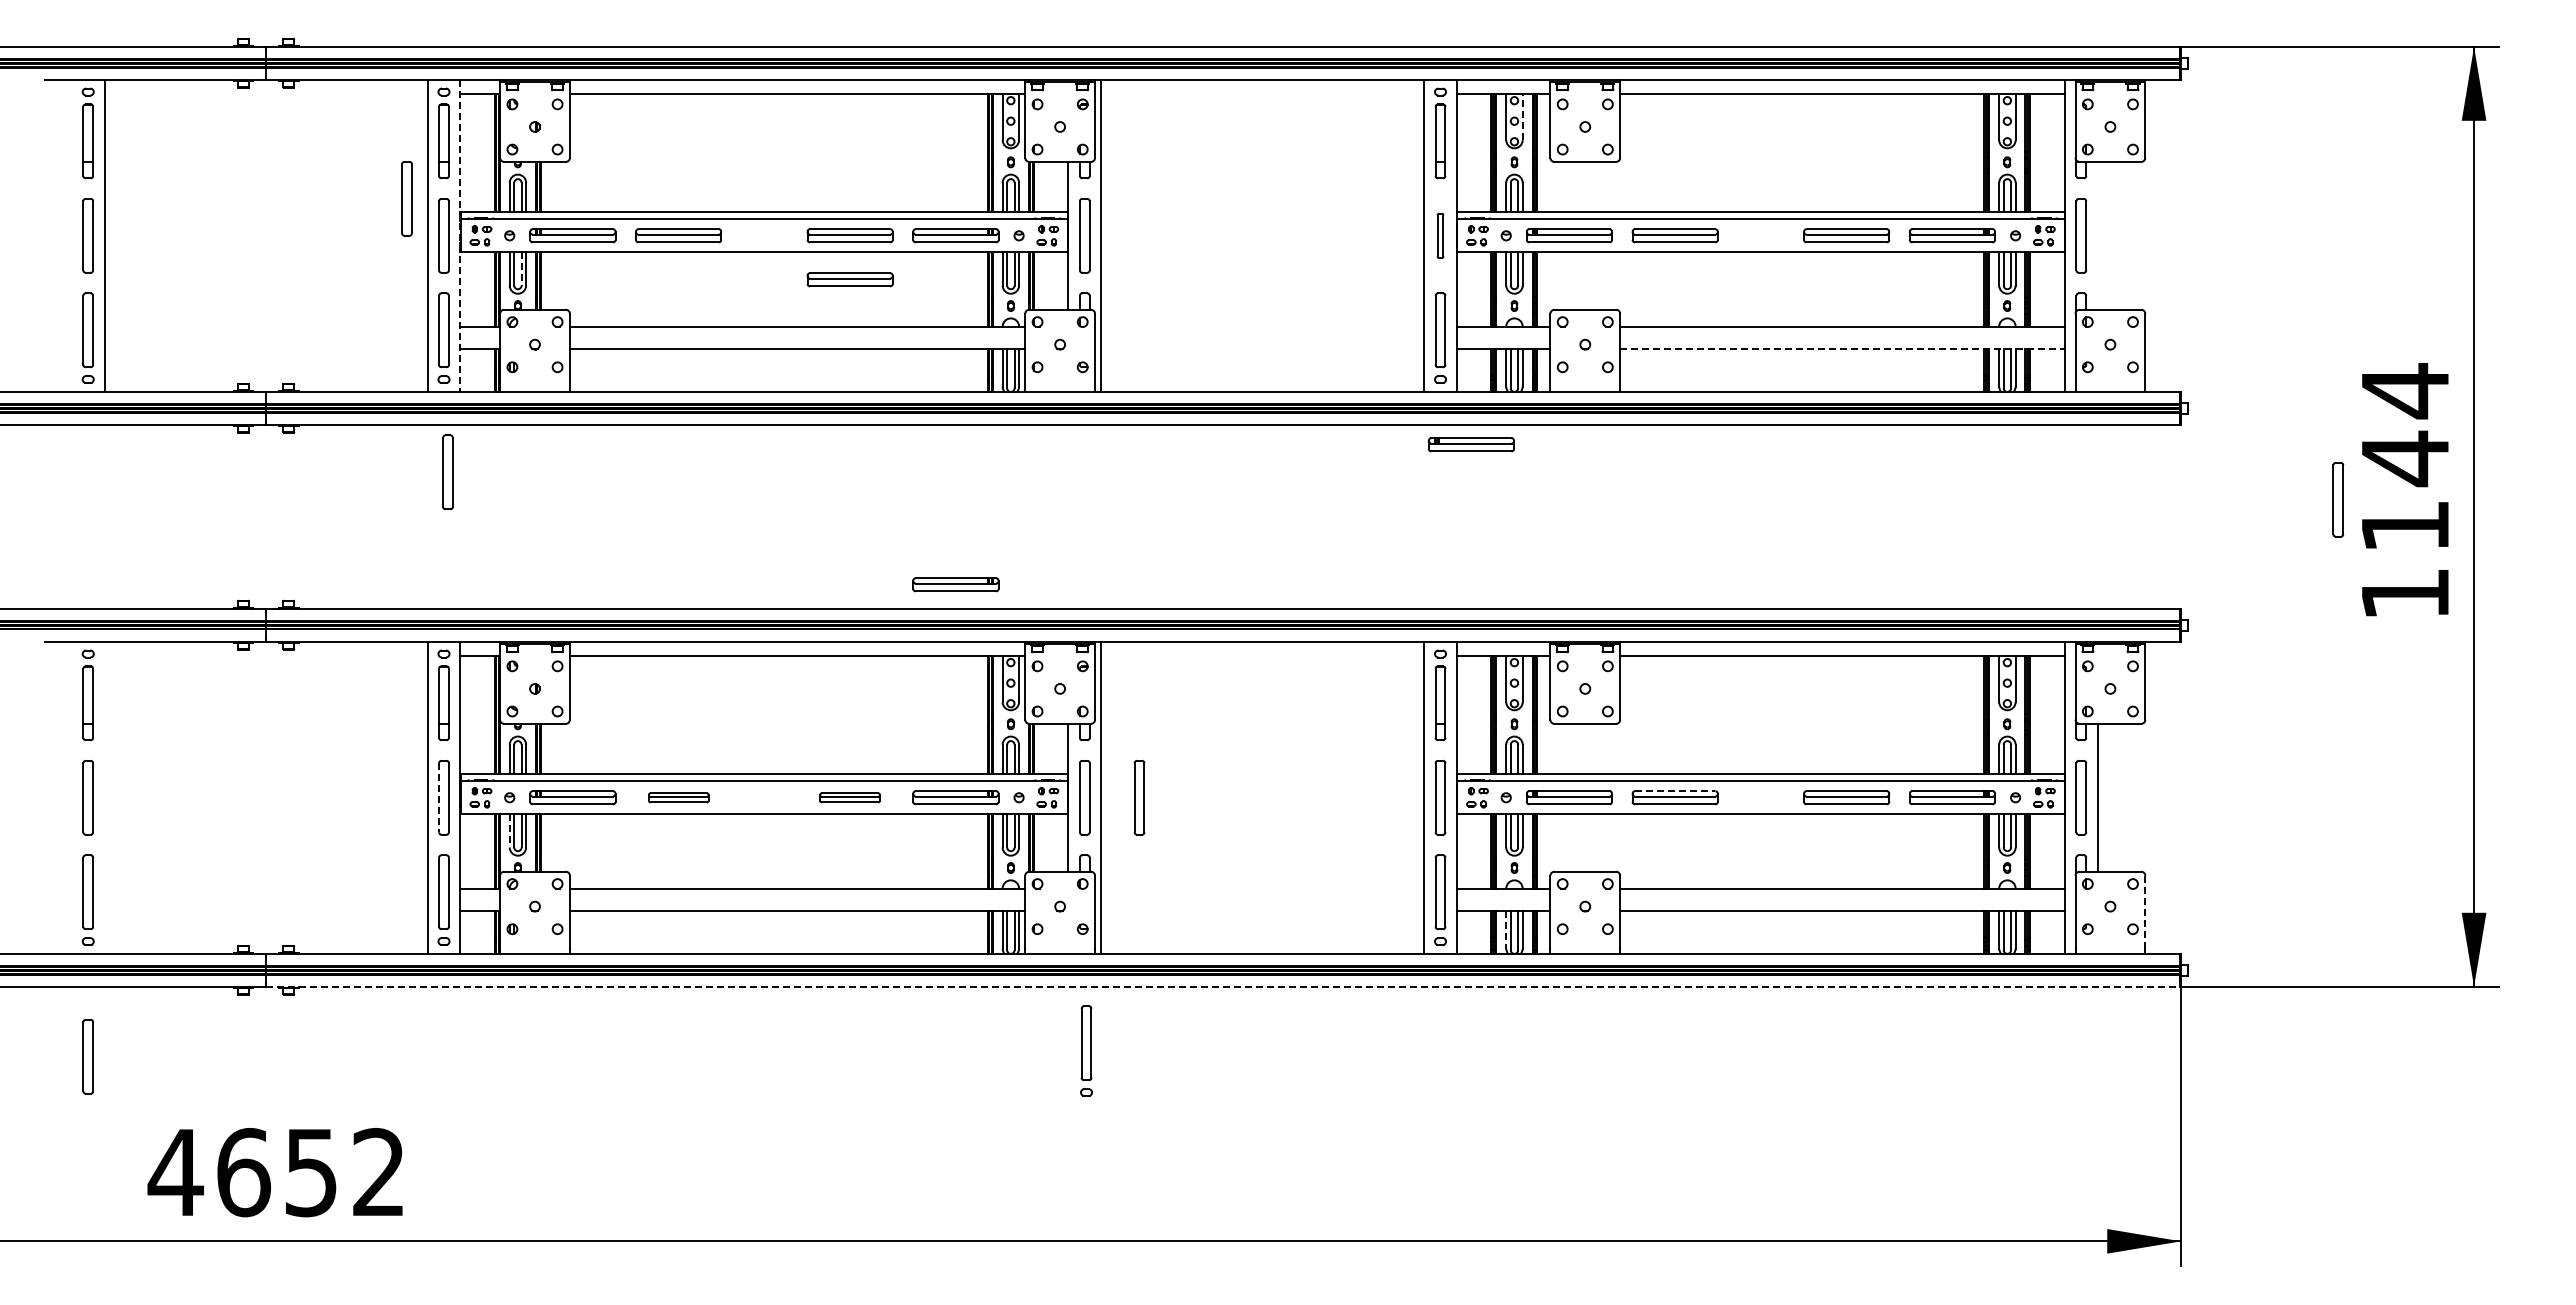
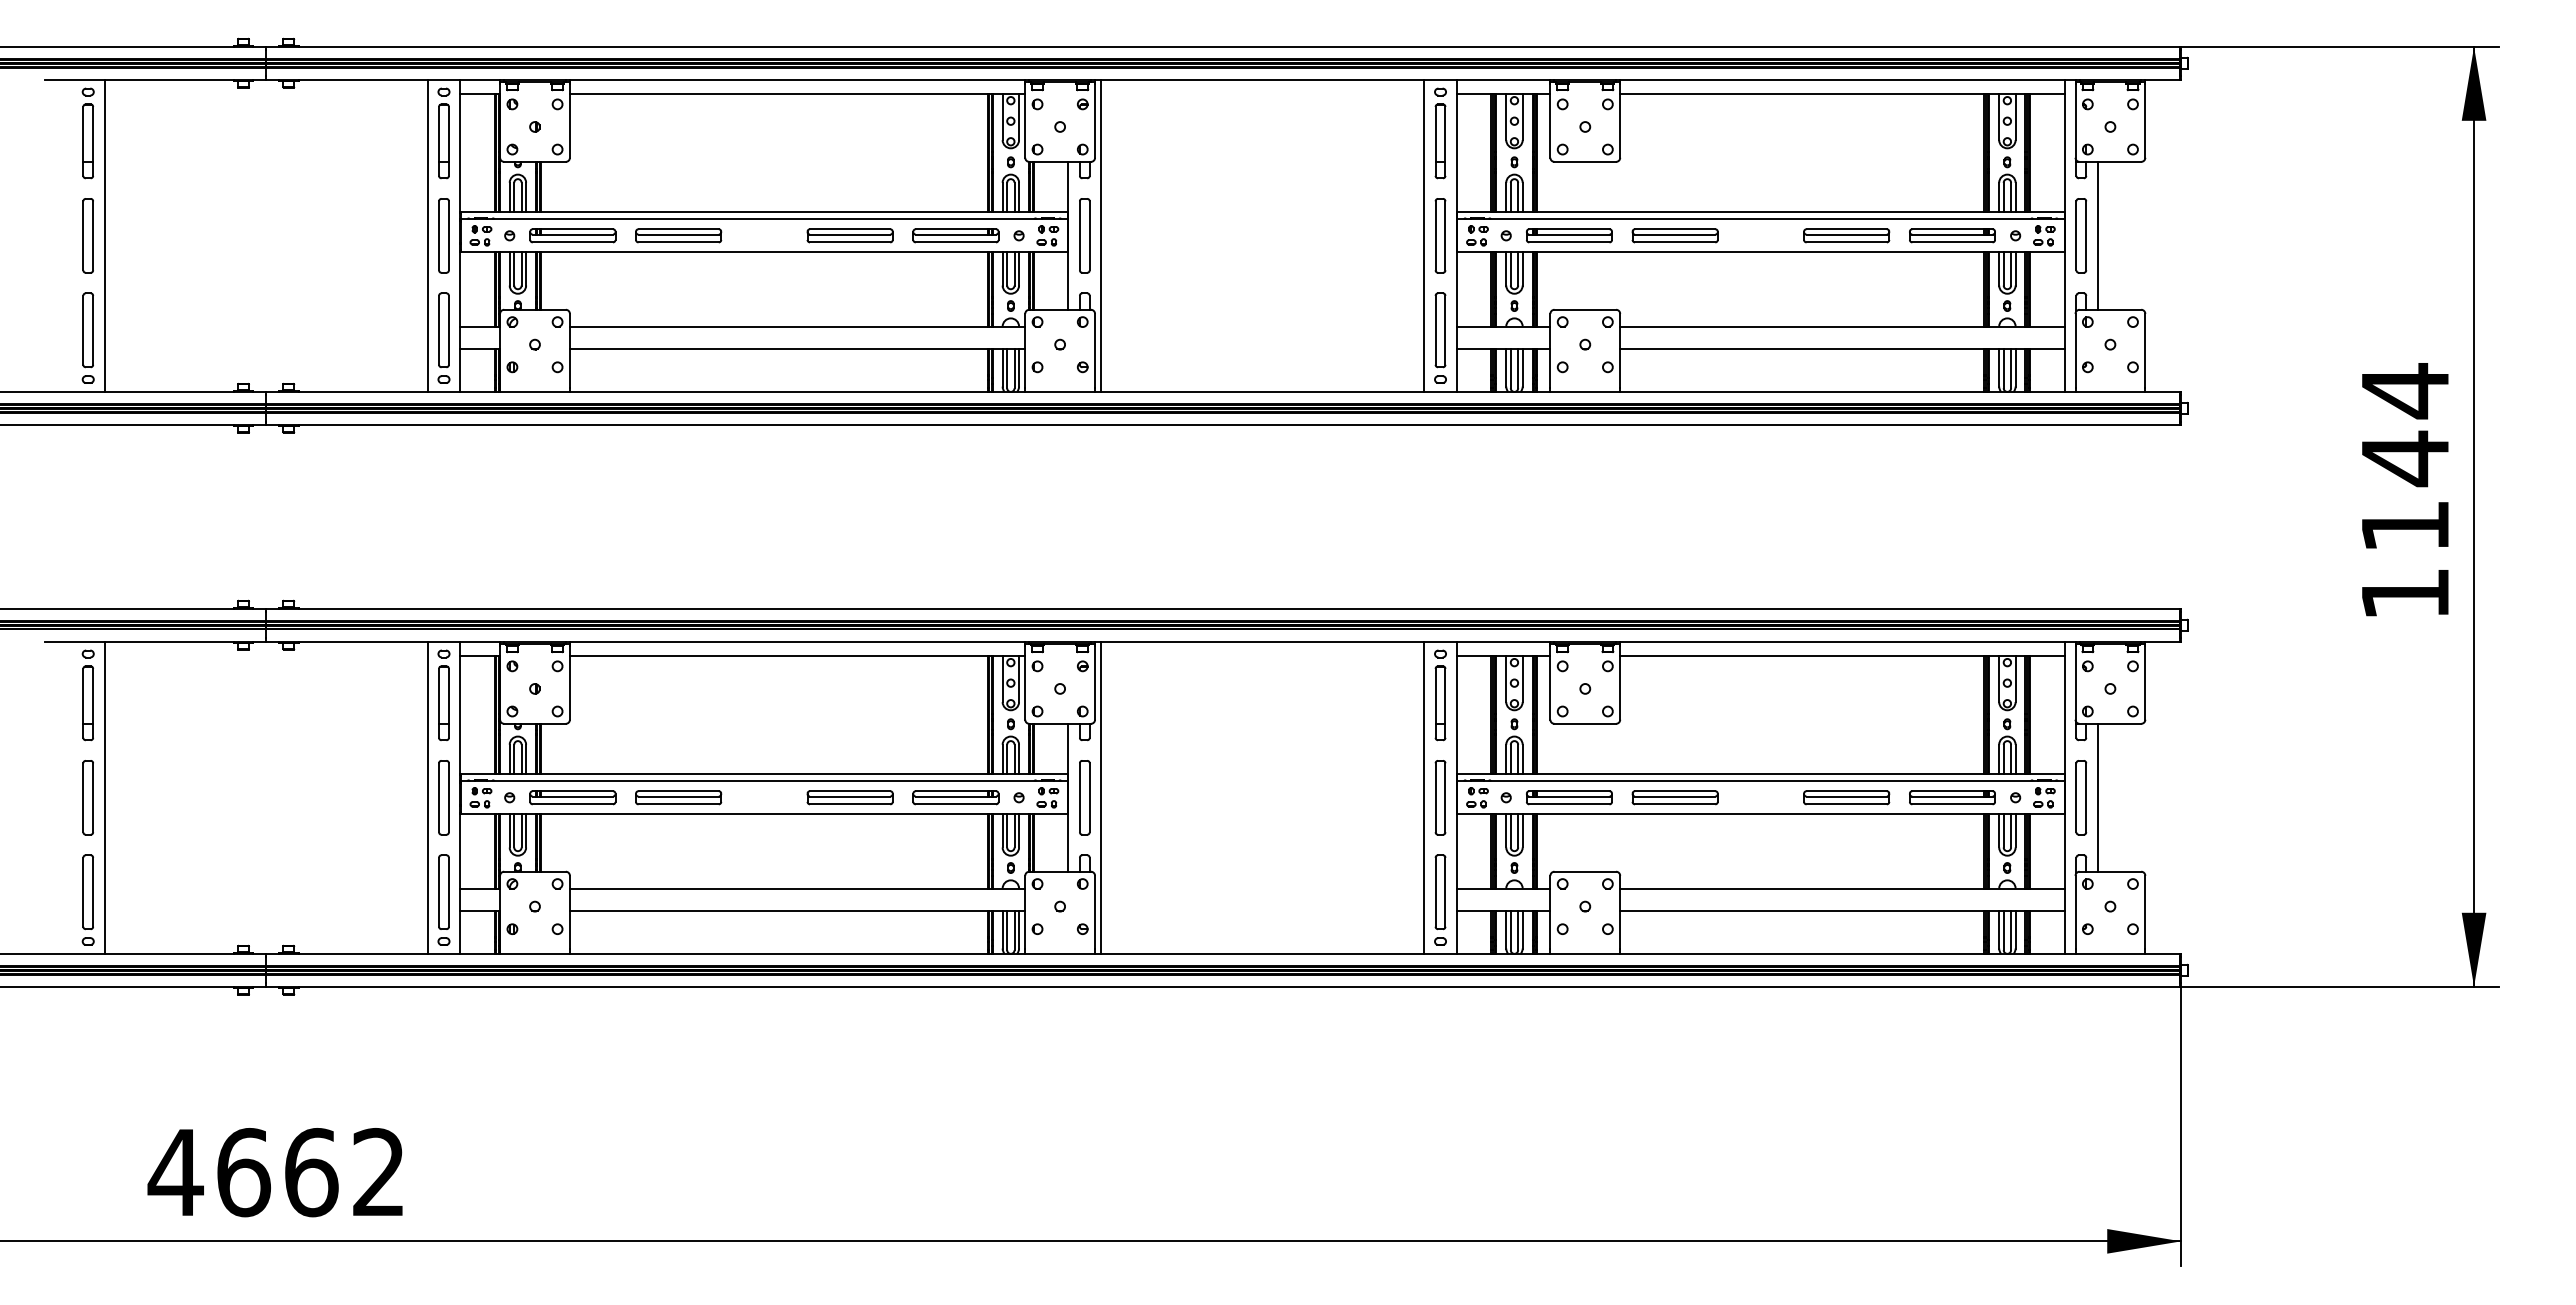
line at (1522, 116): dashed -> solid
part at (406, 198): present -> none
part at (1440, 235) size: 9x47 px -> 13x76 px
line at (2097, 235): none -> present
line at (460, 236): dashed -> solid
line at (521, 268): dashed -> solid
part at (849, 279): present -> none
line at (1843, 348): dashed -> solid
part at (1471, 444): present -> none
part at (447, 471): present -> none
part at (2338, 499): present -> none
part at (955, 584): present -> none
line at (1675, 791): dashed -> solid
line at (104, 797): none -> present
line at (439, 797): dashed -> solid
part at (678, 797) size: 62x12 px -> 88x16 px
part at (849, 797) size: 62x12 px -> 88x16 px
part at (1139, 797): present -> none
line at (509, 830): dashed -> solid
line at (2145, 912): dashed -> solid
line at (1506, 929): dashed -> solid
line at (1223, 986): dashed -> solid
part at (1086, 1050): present -> none
part at (87, 1056): present -> none
text at (311, 1172): 4652 -> 4662
